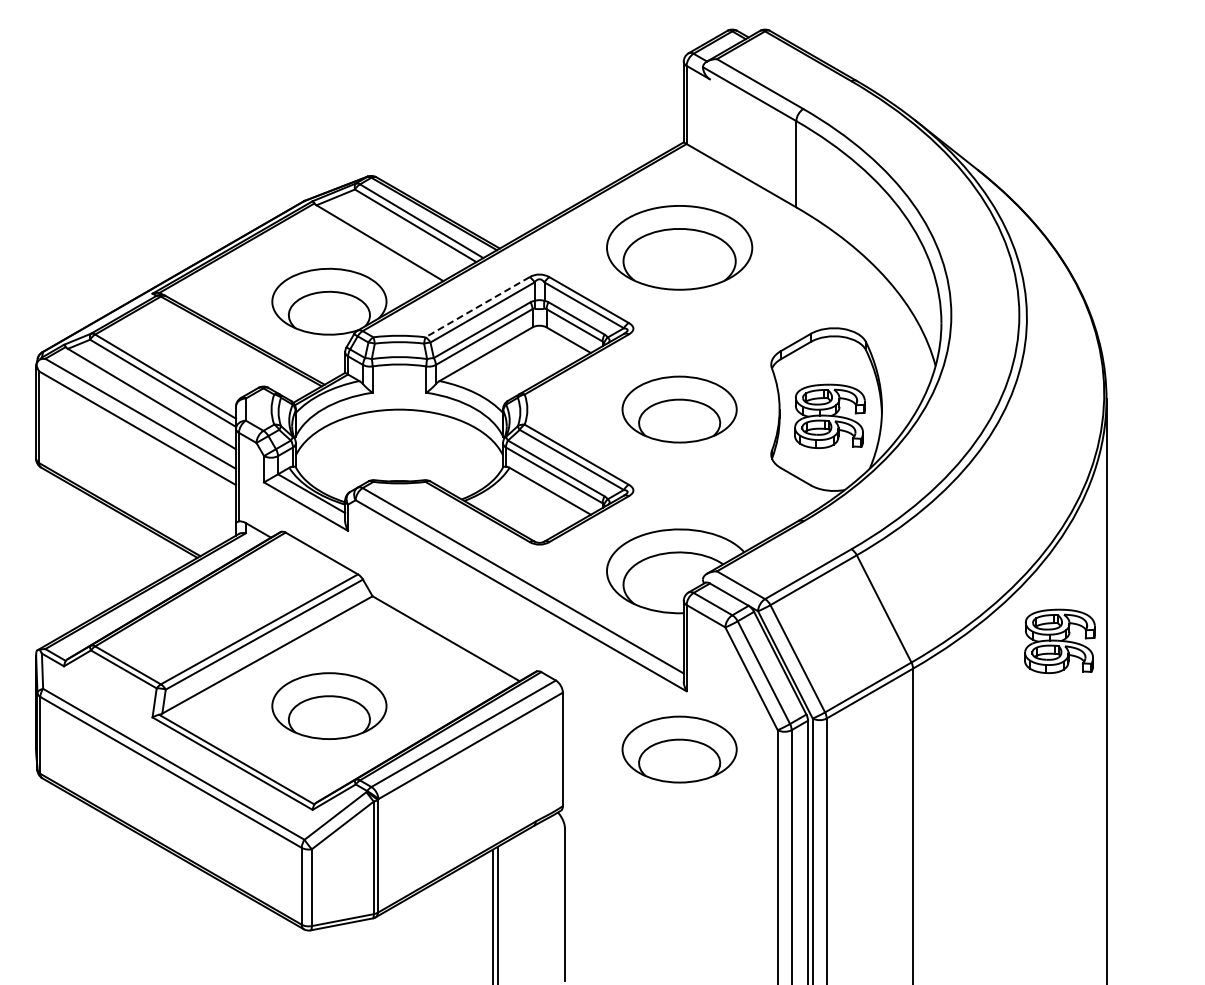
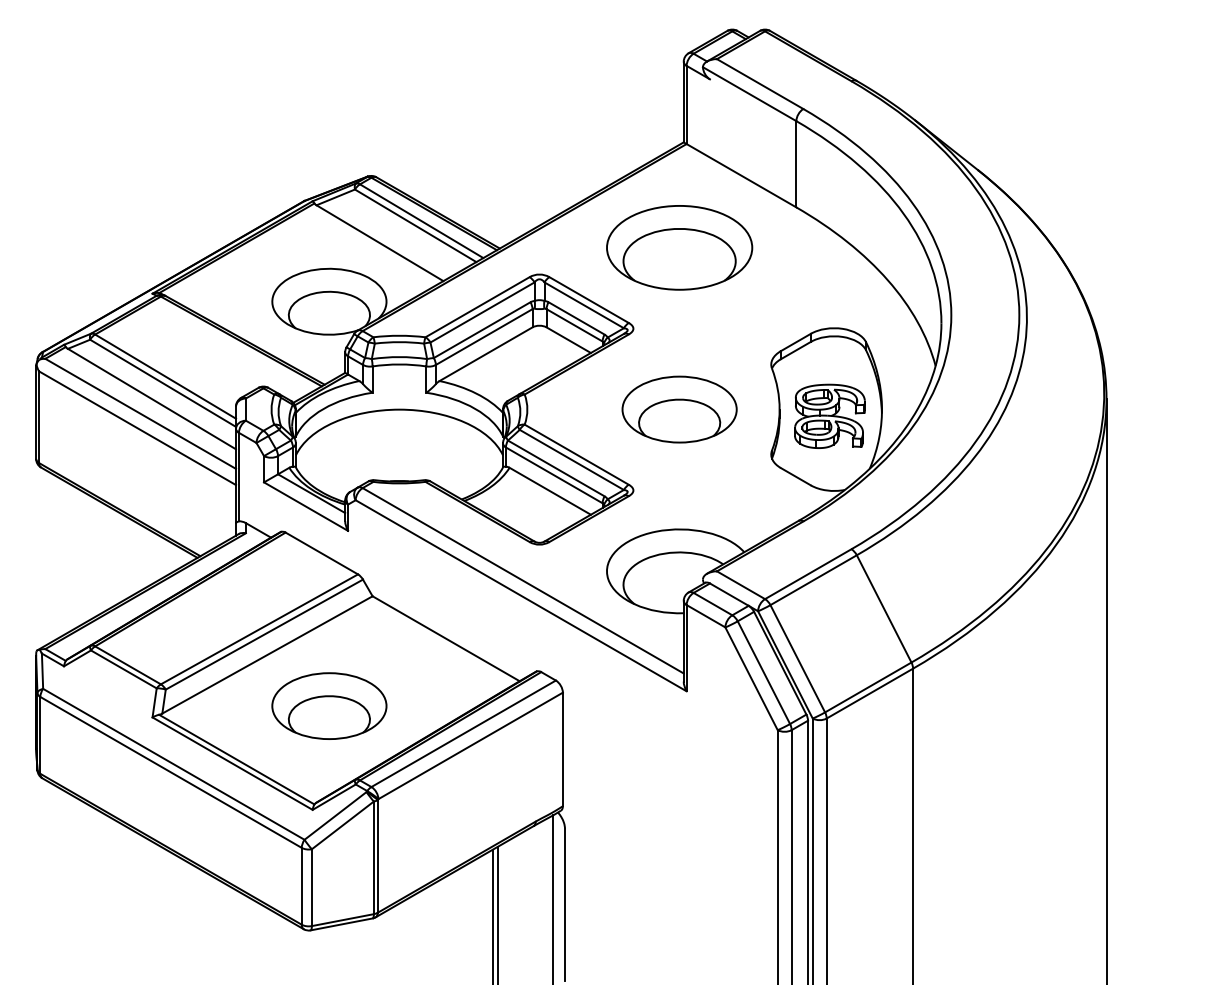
line at (477, 307): dashed -> solid
part at (1059, 640): present -> none
part at (679, 749): present -> none
line at (553, 898): none -> present
